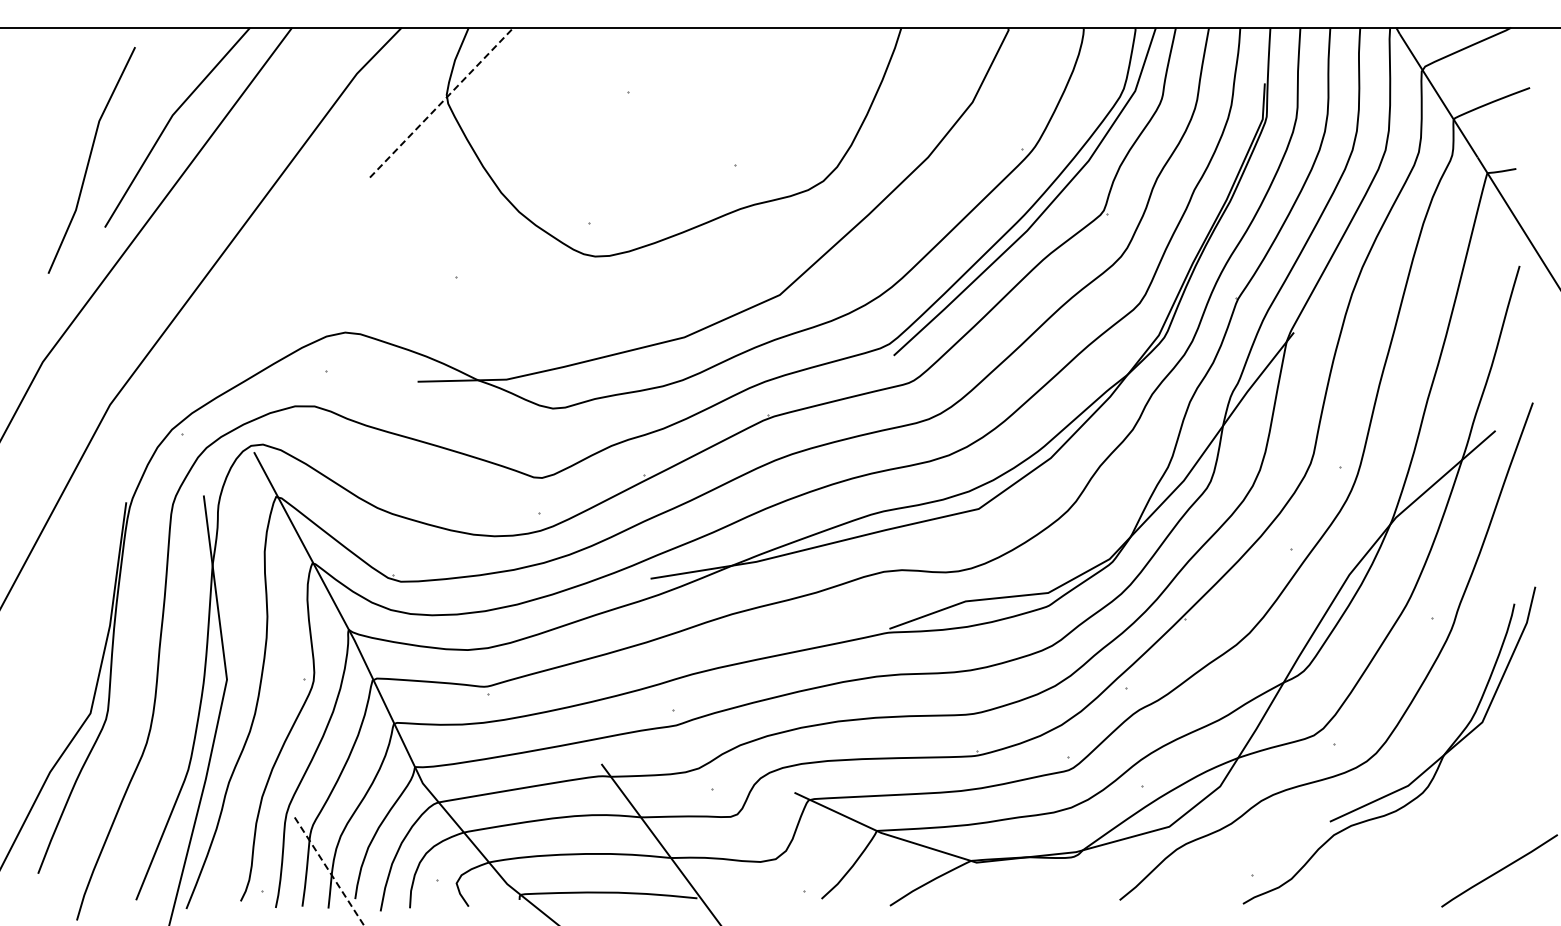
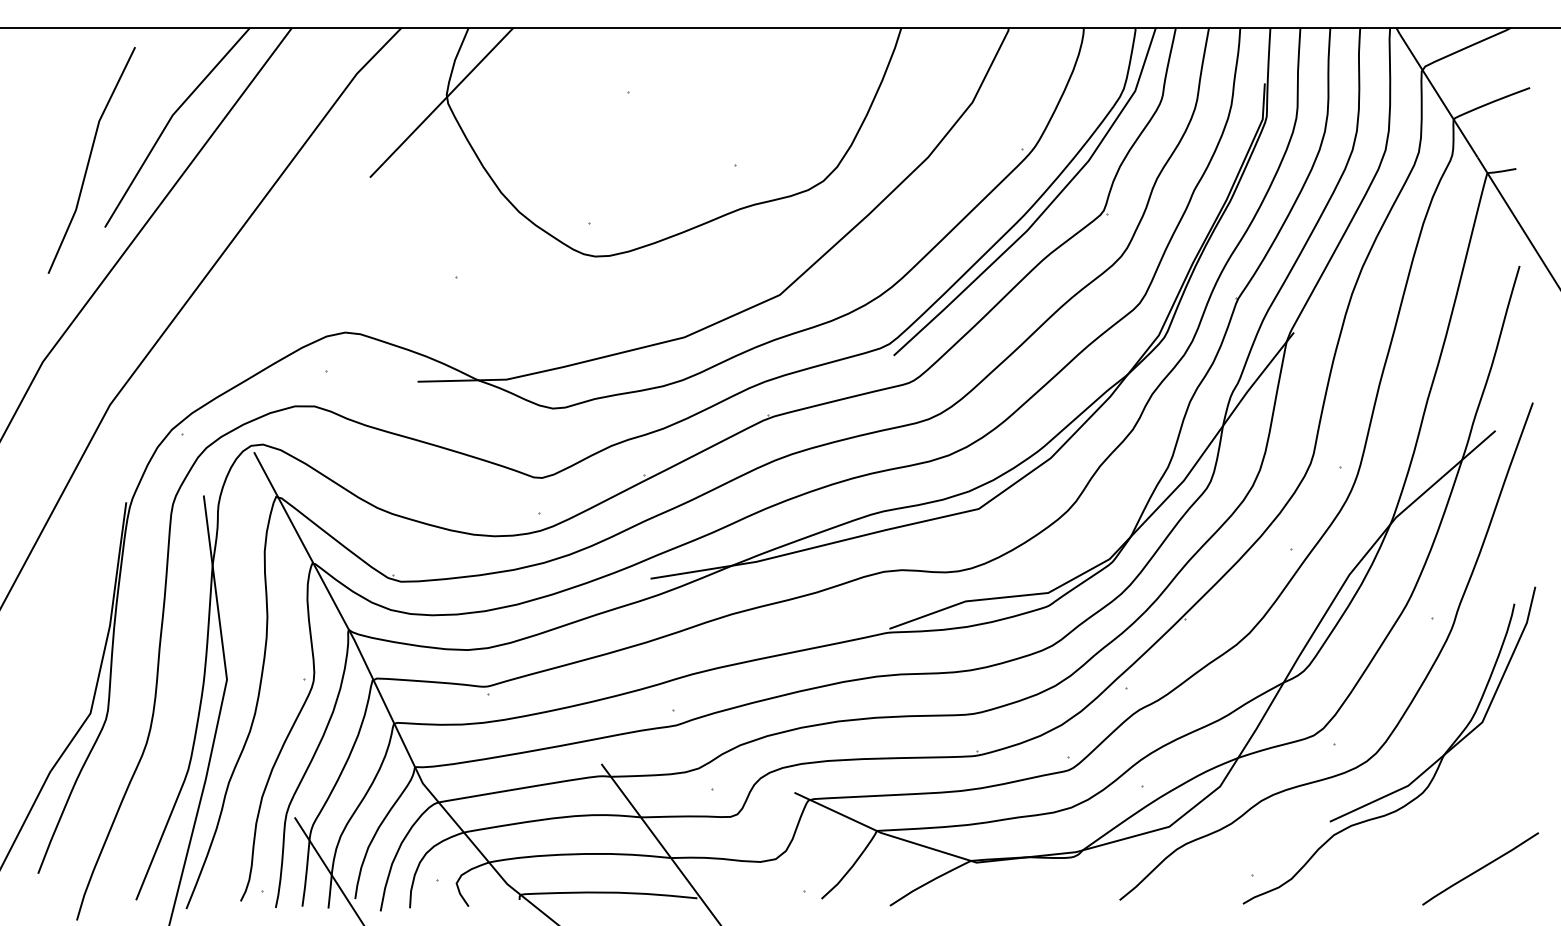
line at (441, 102): dashed -> solid
line at (1499, 870) position: (1499, 870) -> (1480, 868)
line at (329, 872): dashed -> solid
